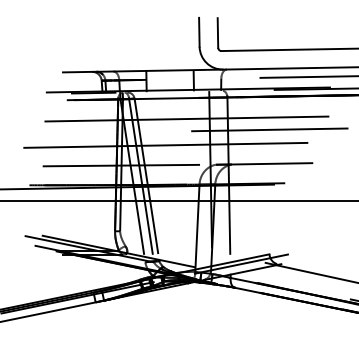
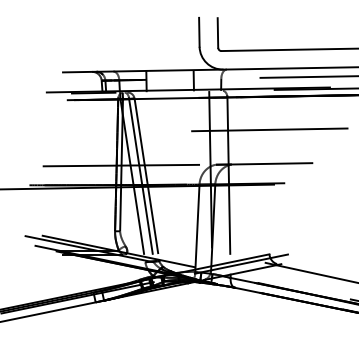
line at (186, 118): present -> none
line at (165, 144): present -> none
line at (178, 200): present -> none
